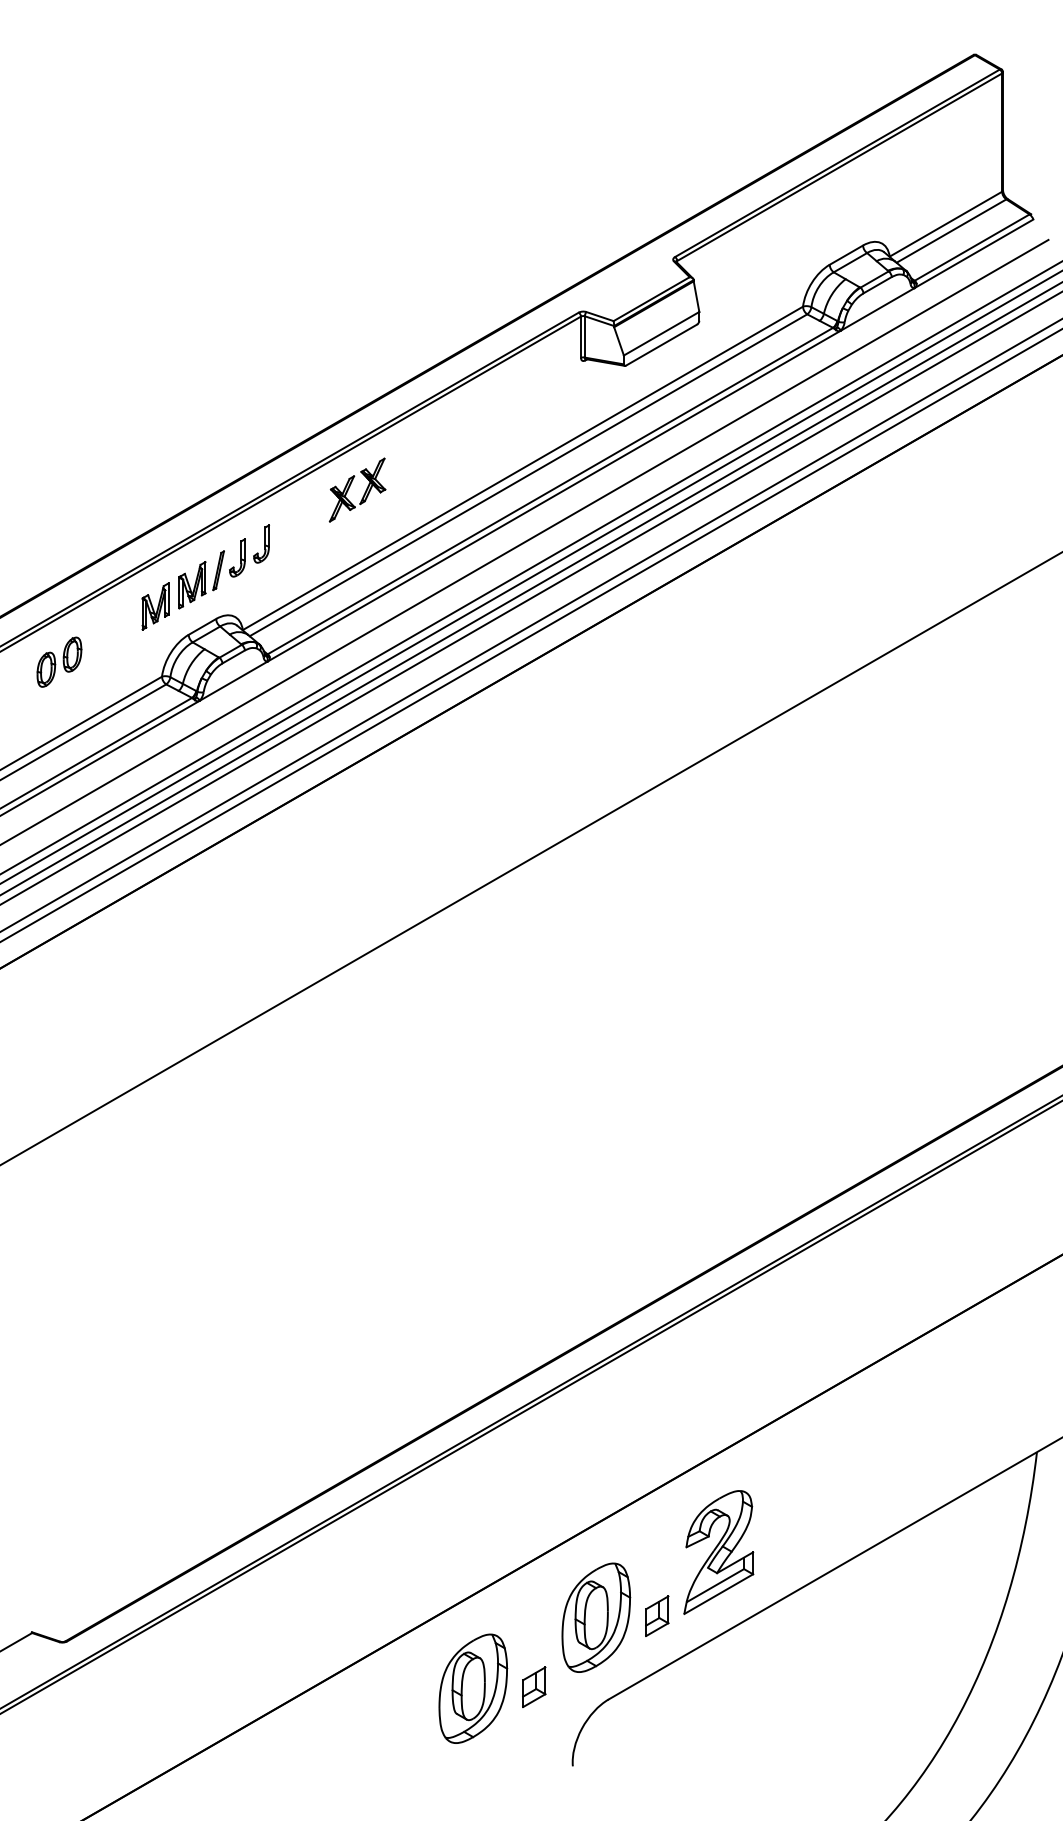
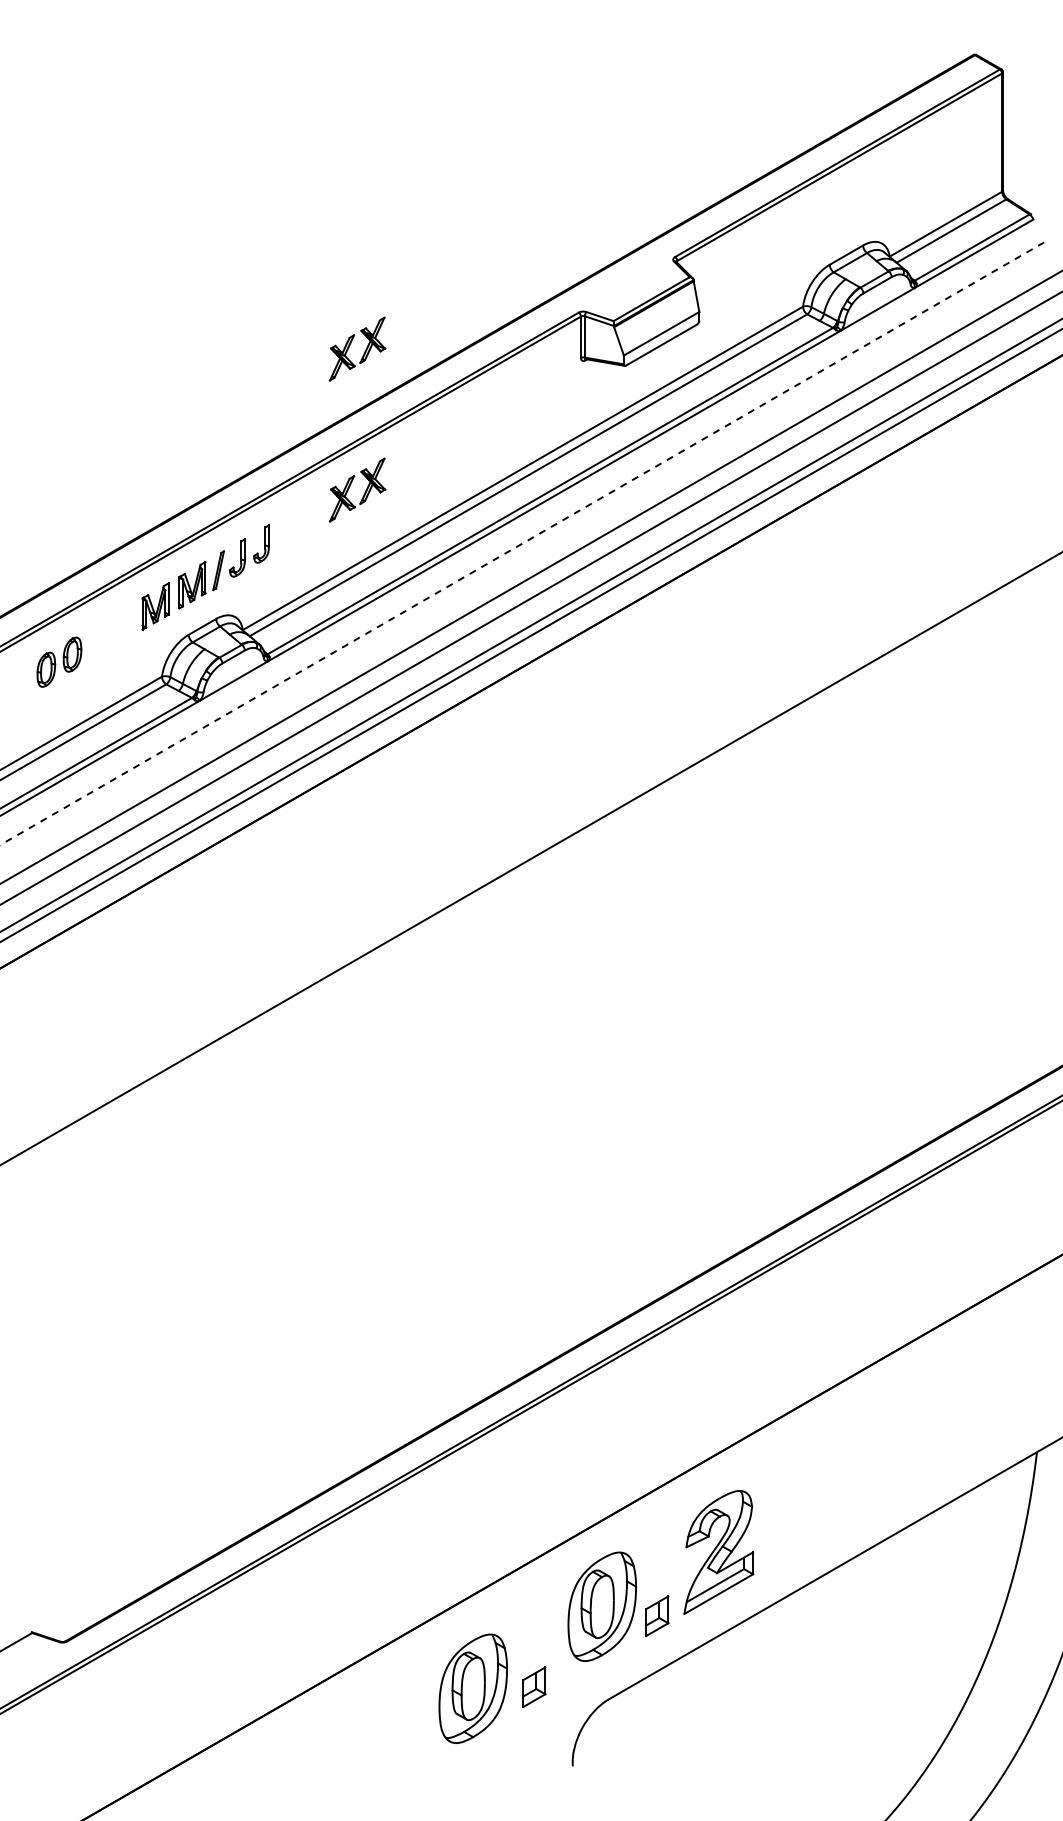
part at (350, 345): none -> present
line at (524, 542): solid -> dashed
line at (530, 567): present -> none
line at (530, 588): present -> none
part at (596, 1617) position: (596, 1617) -> (602, 1606)
